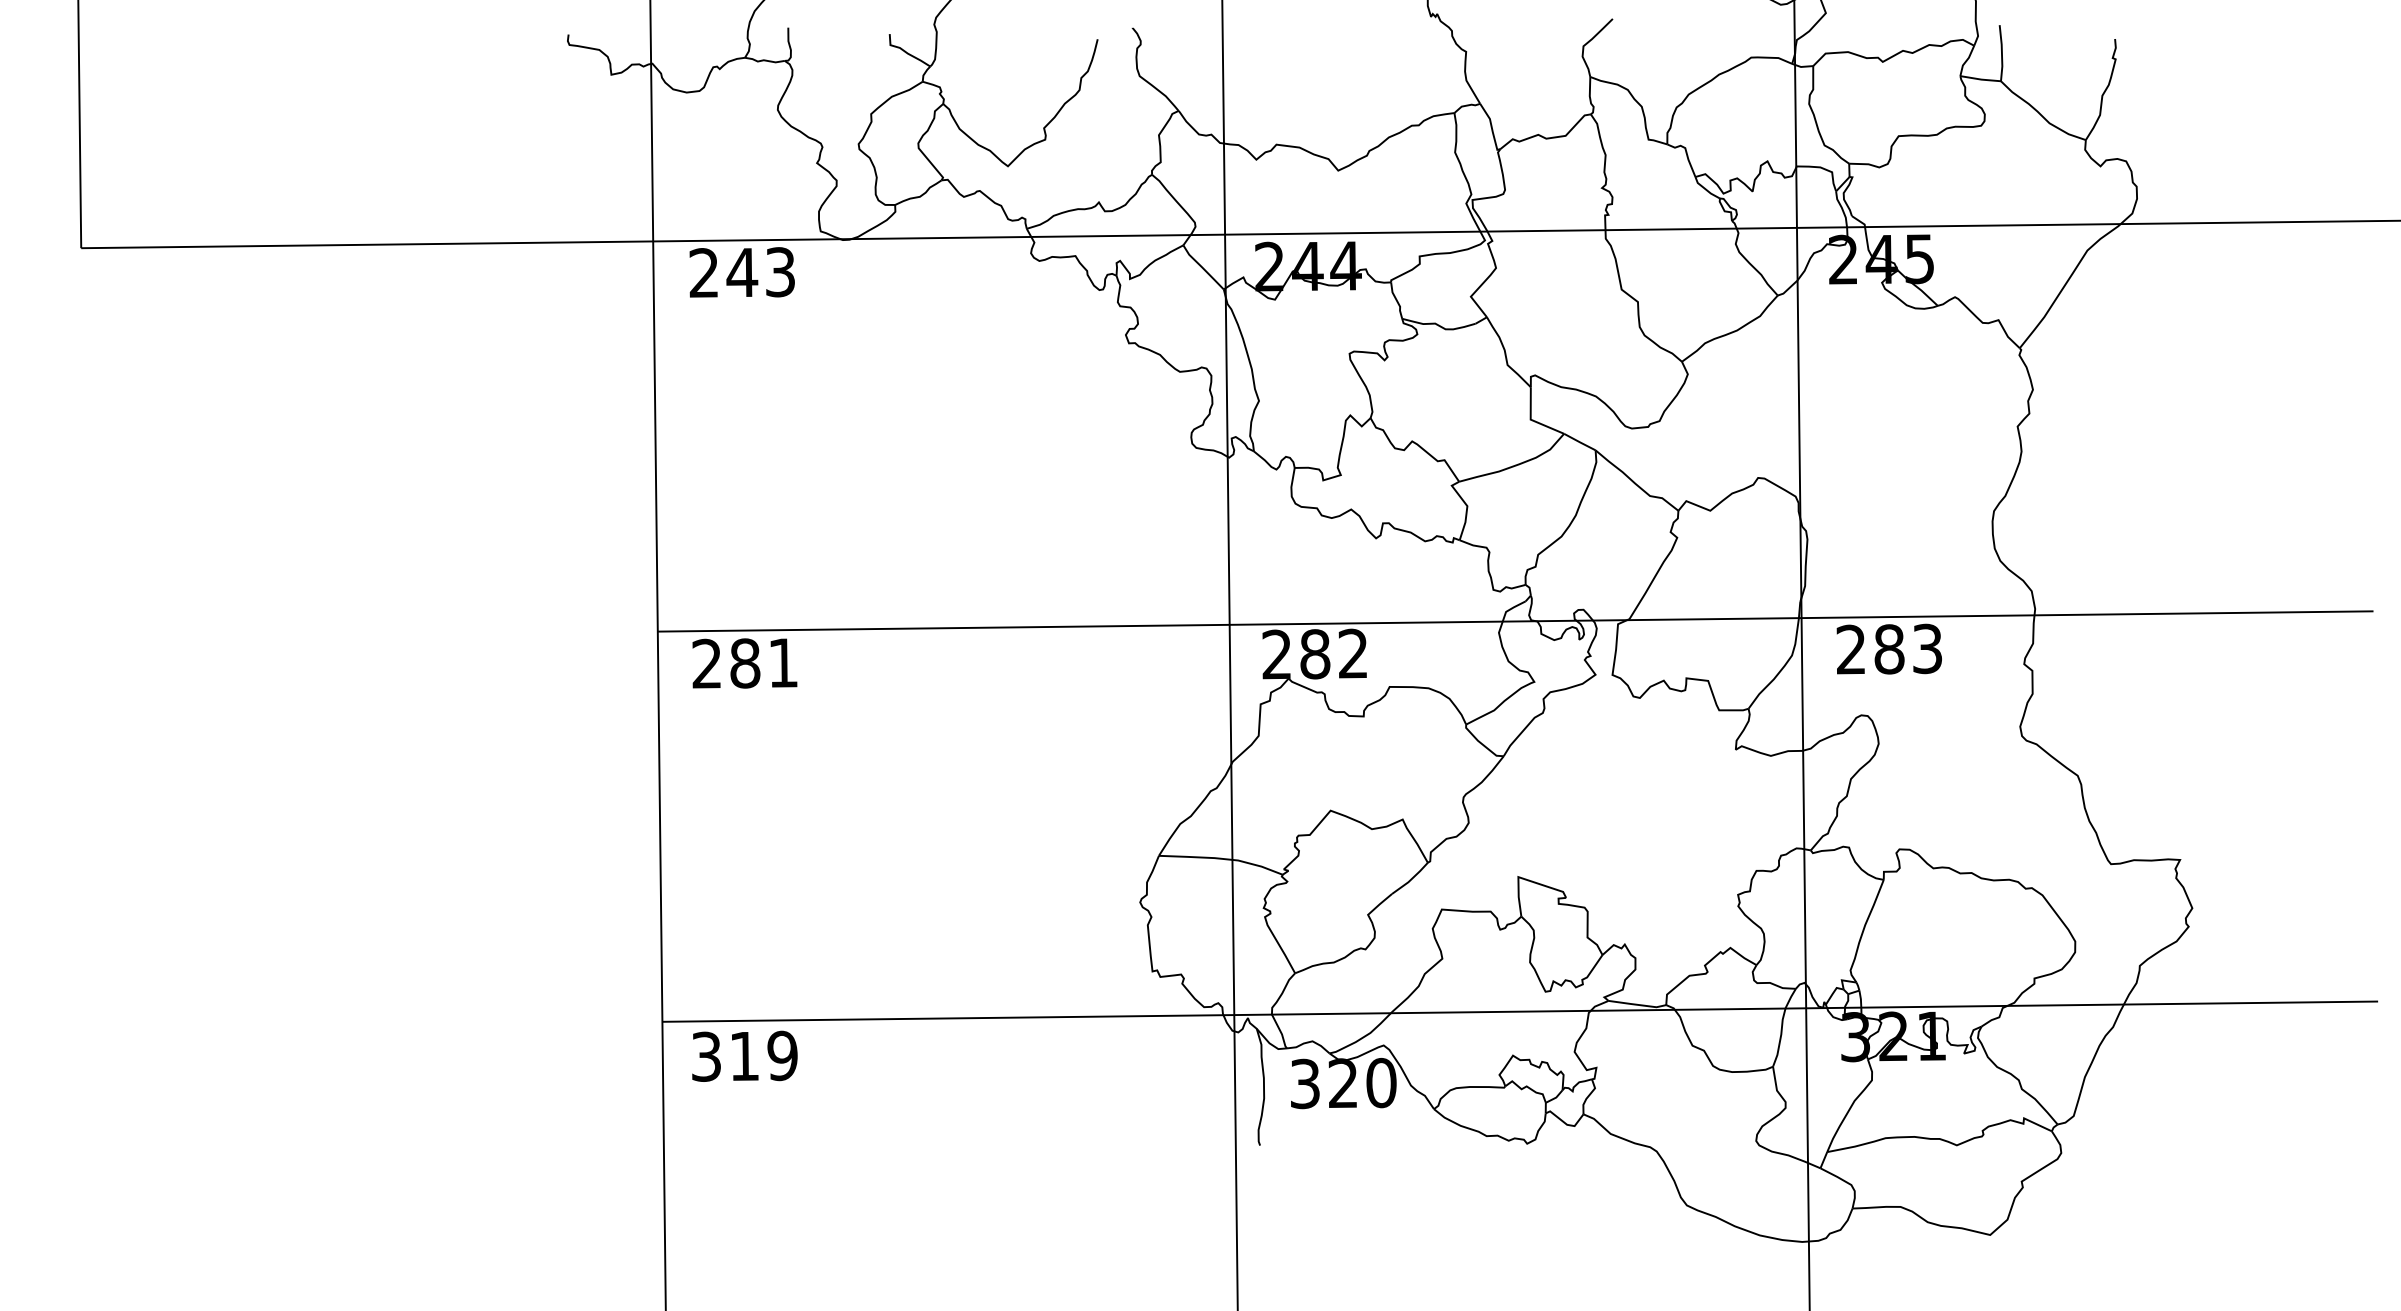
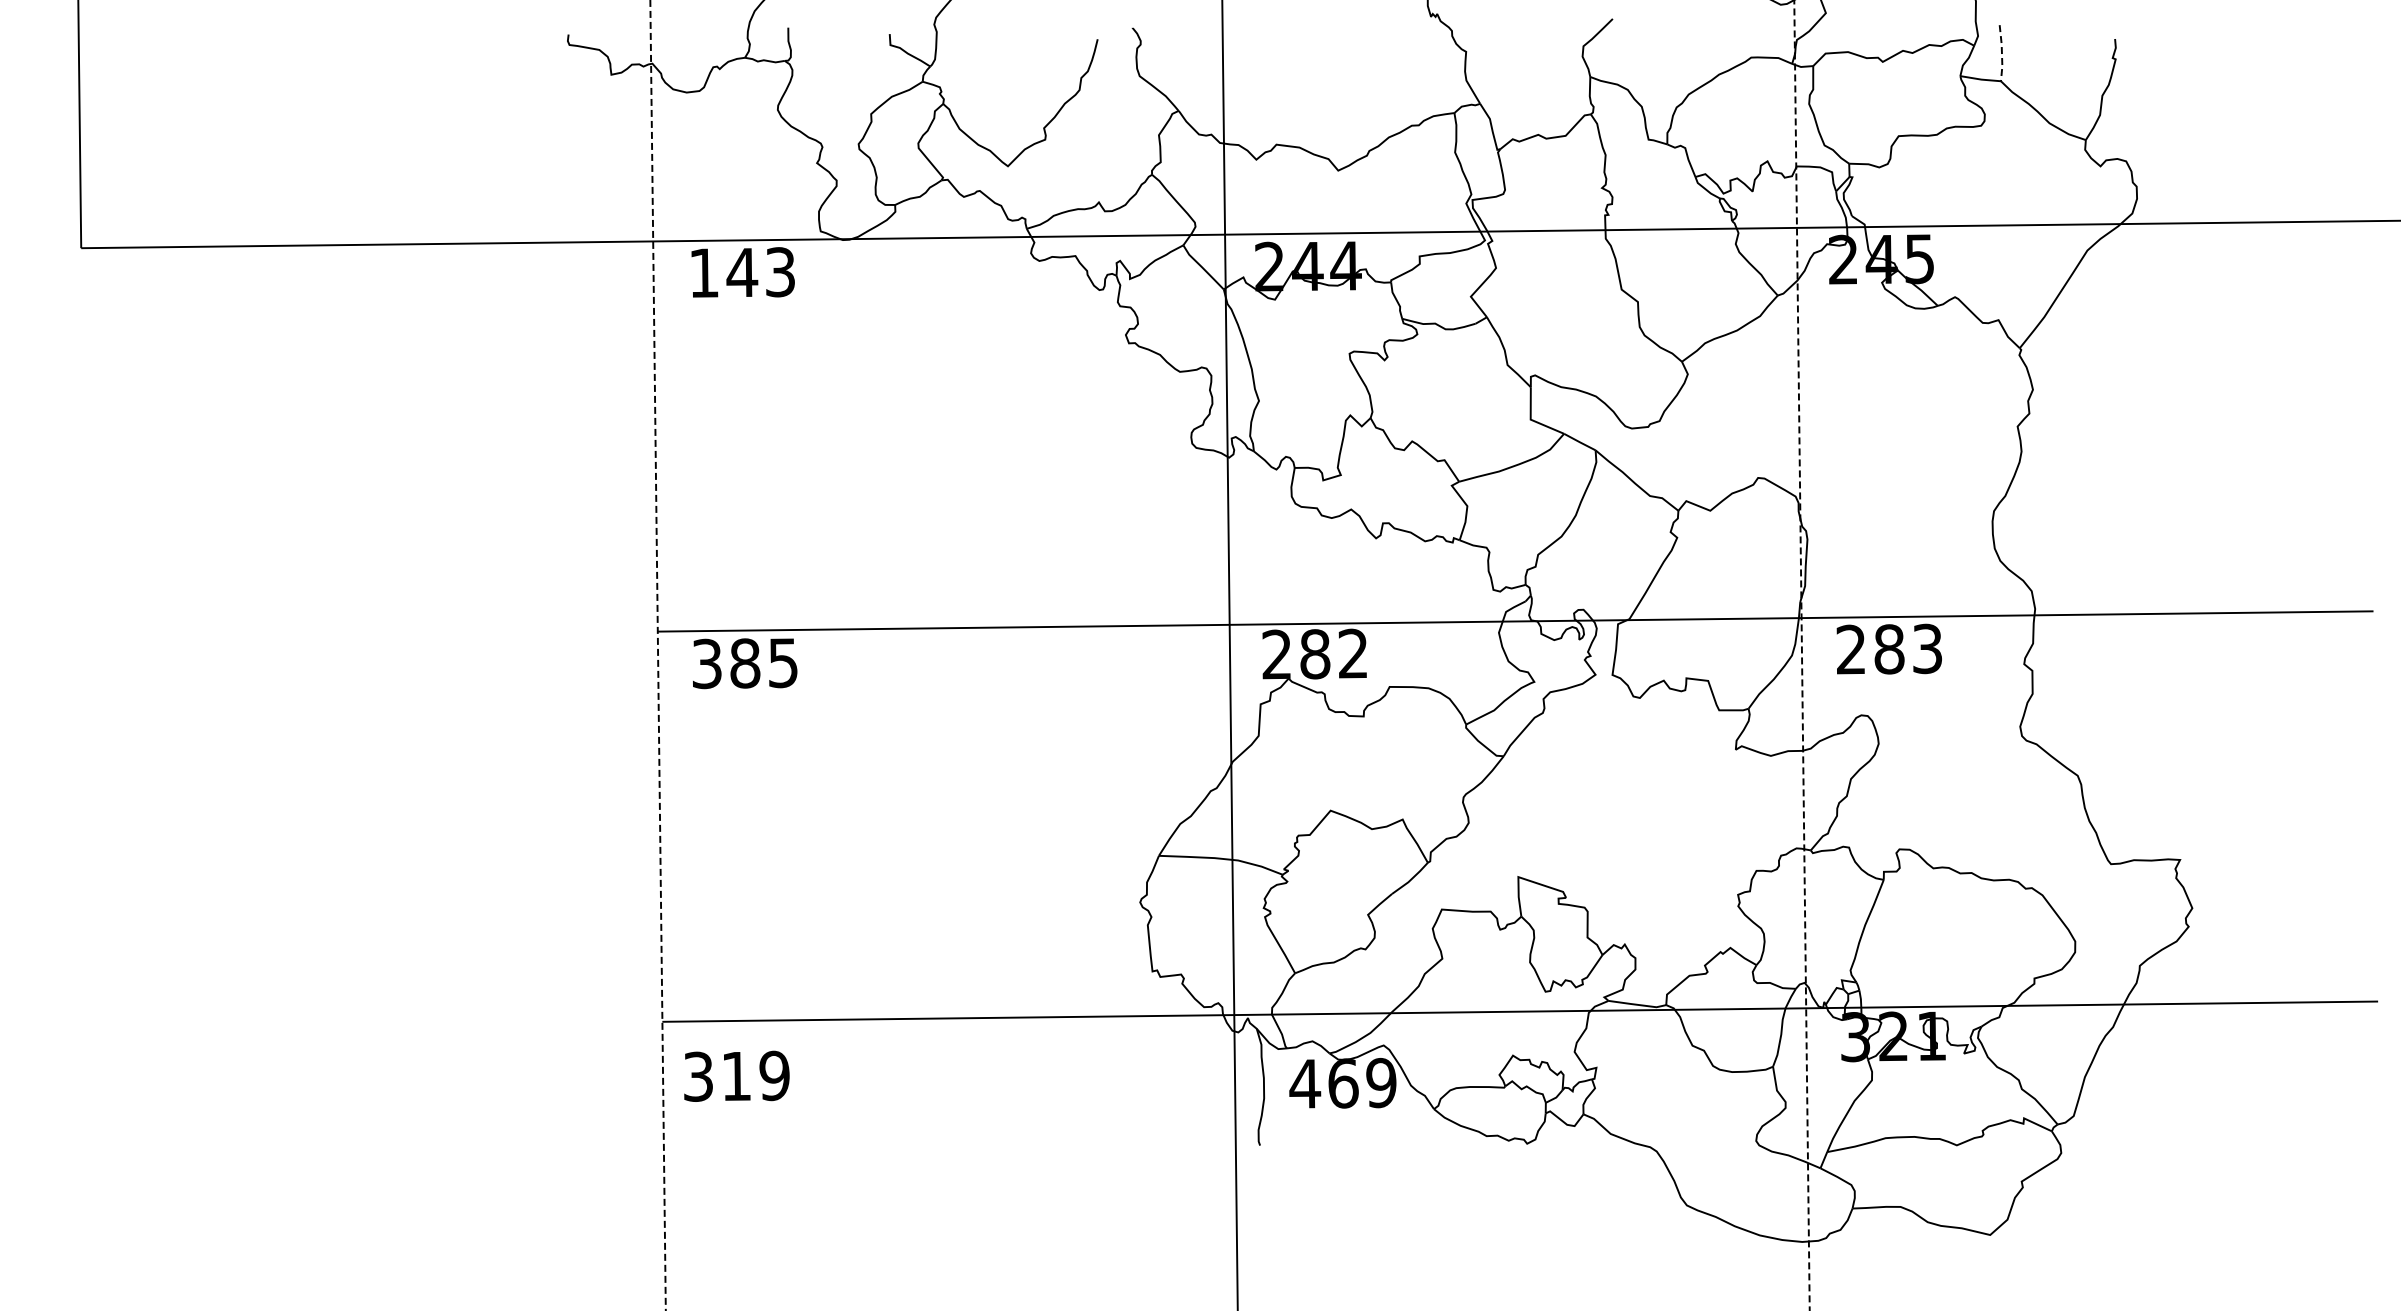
line at (2001, 53): solid -> dashed
text at (703, 272): 243 -> 143
line at (658, 655): solid -> dashed
line at (1802, 655): solid -> dashed
text at (744, 663): 281 -> 385
text at (744, 1055) position: (744, 1055) -> (736, 1075)
text at (1342, 1083): 320 -> 469
